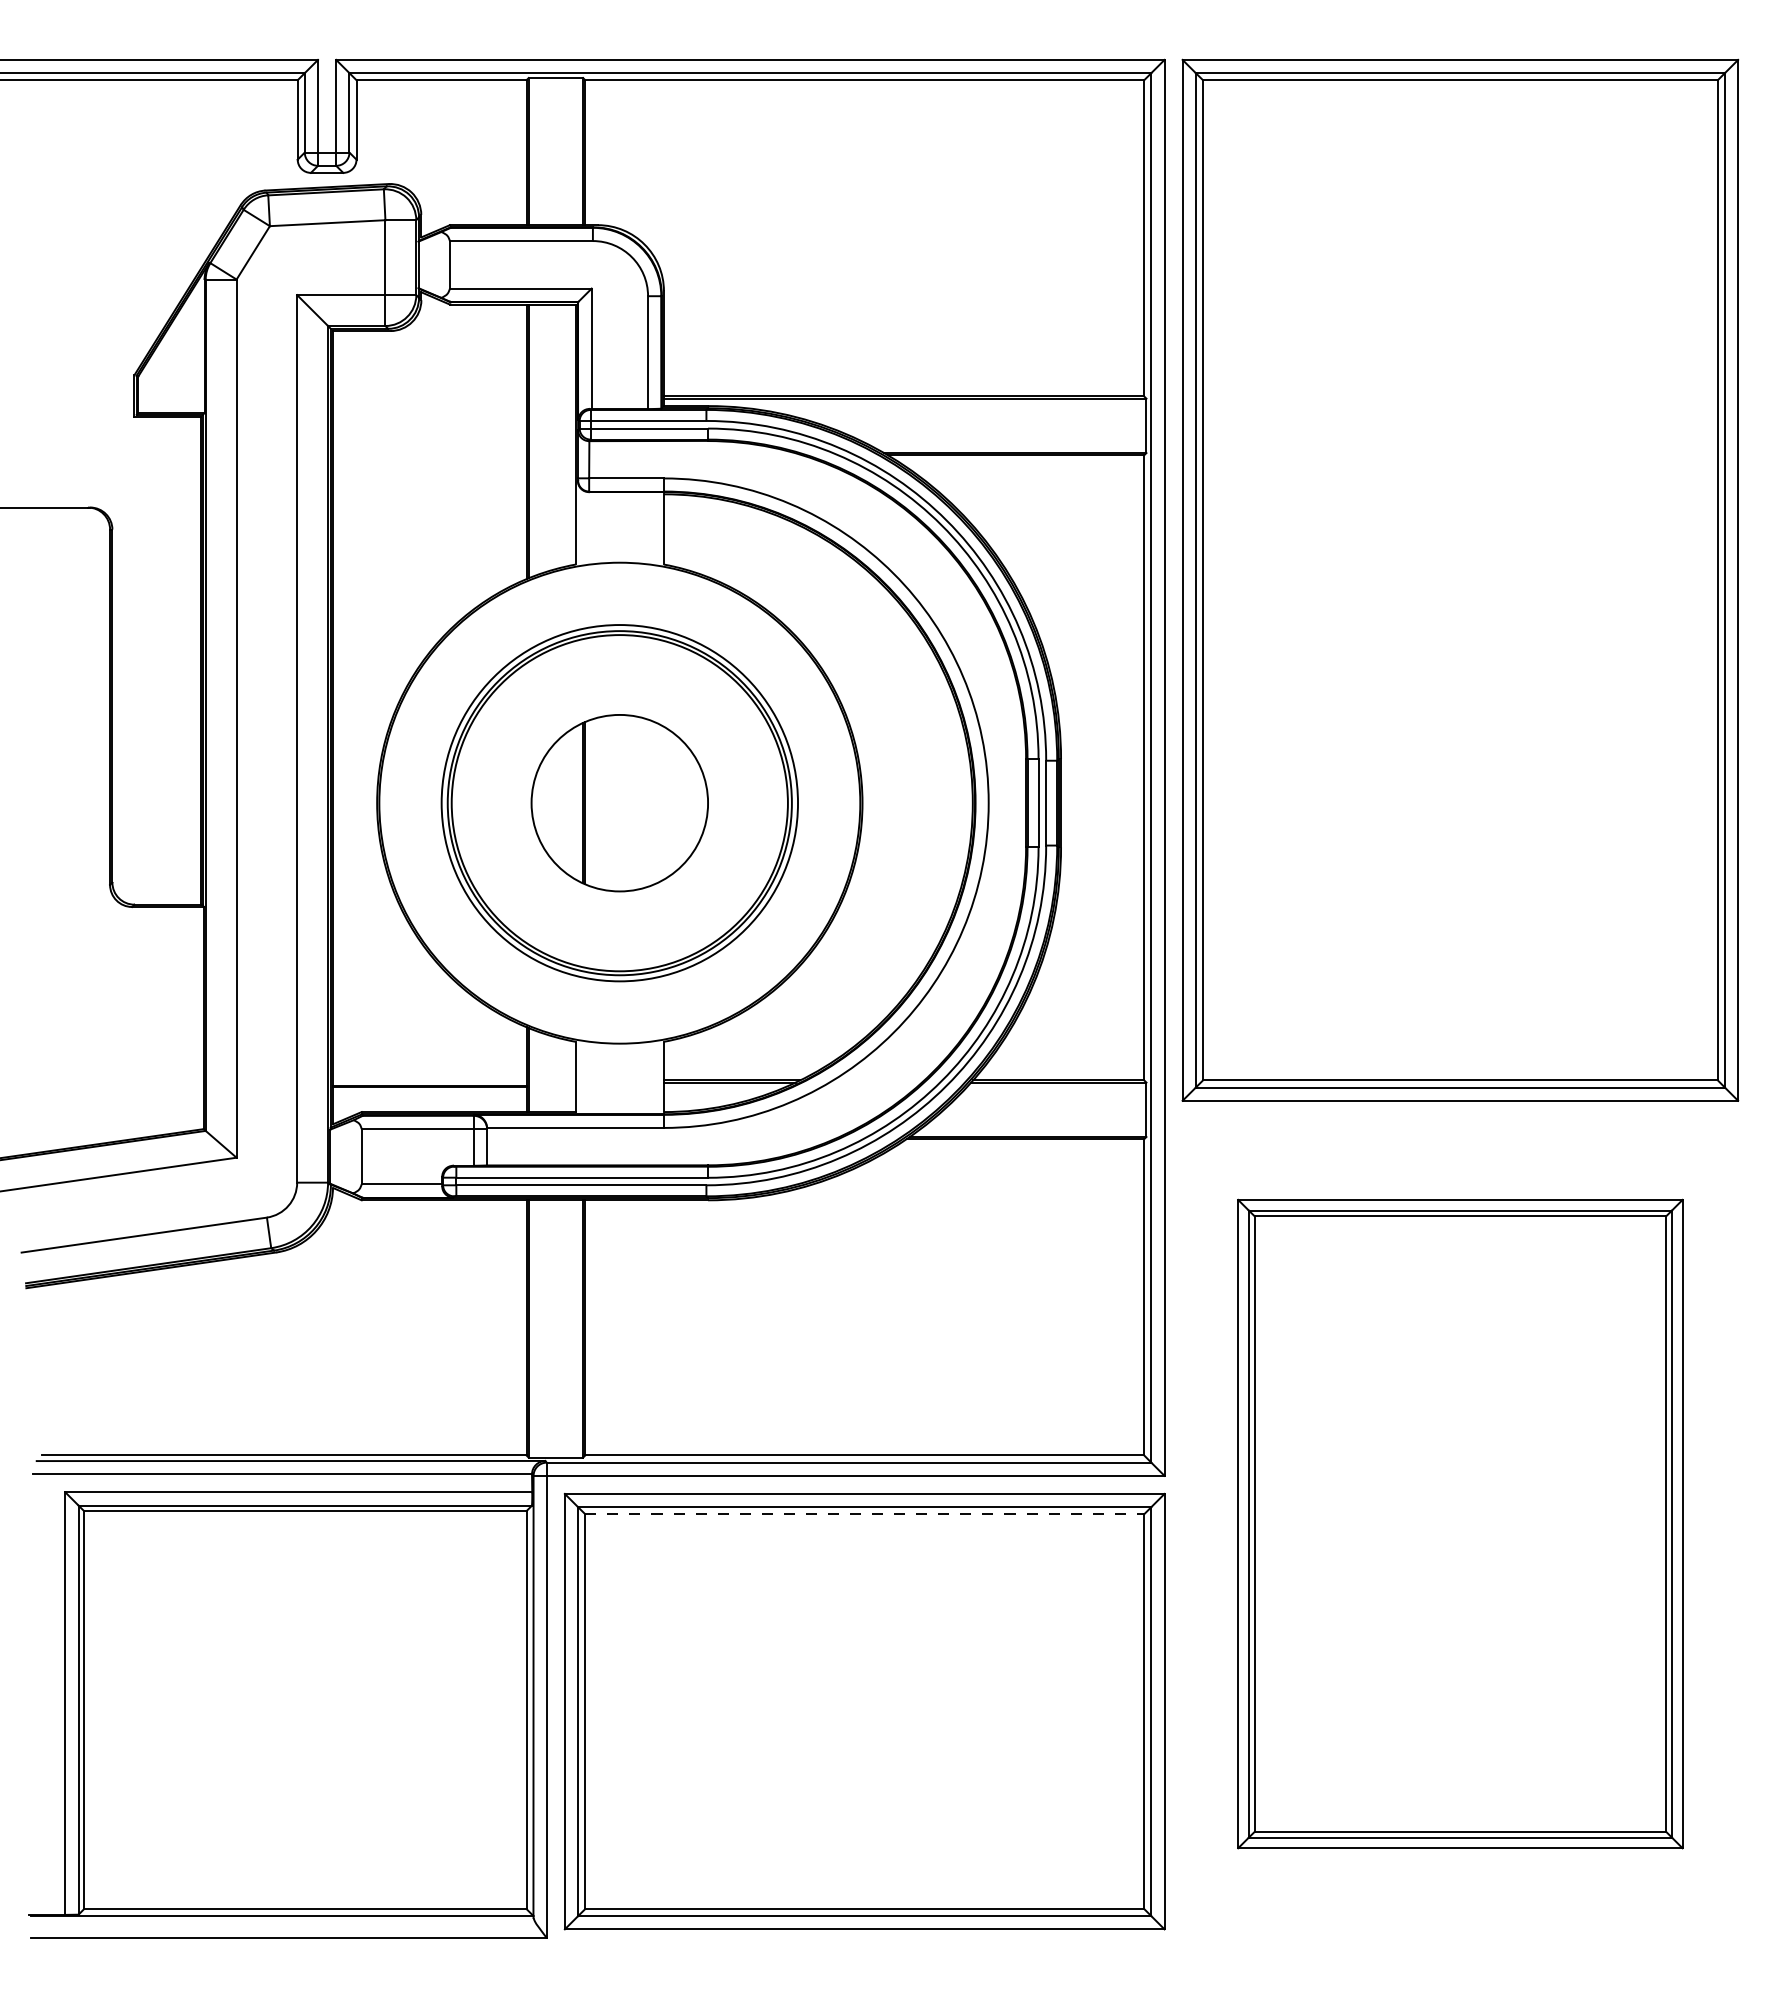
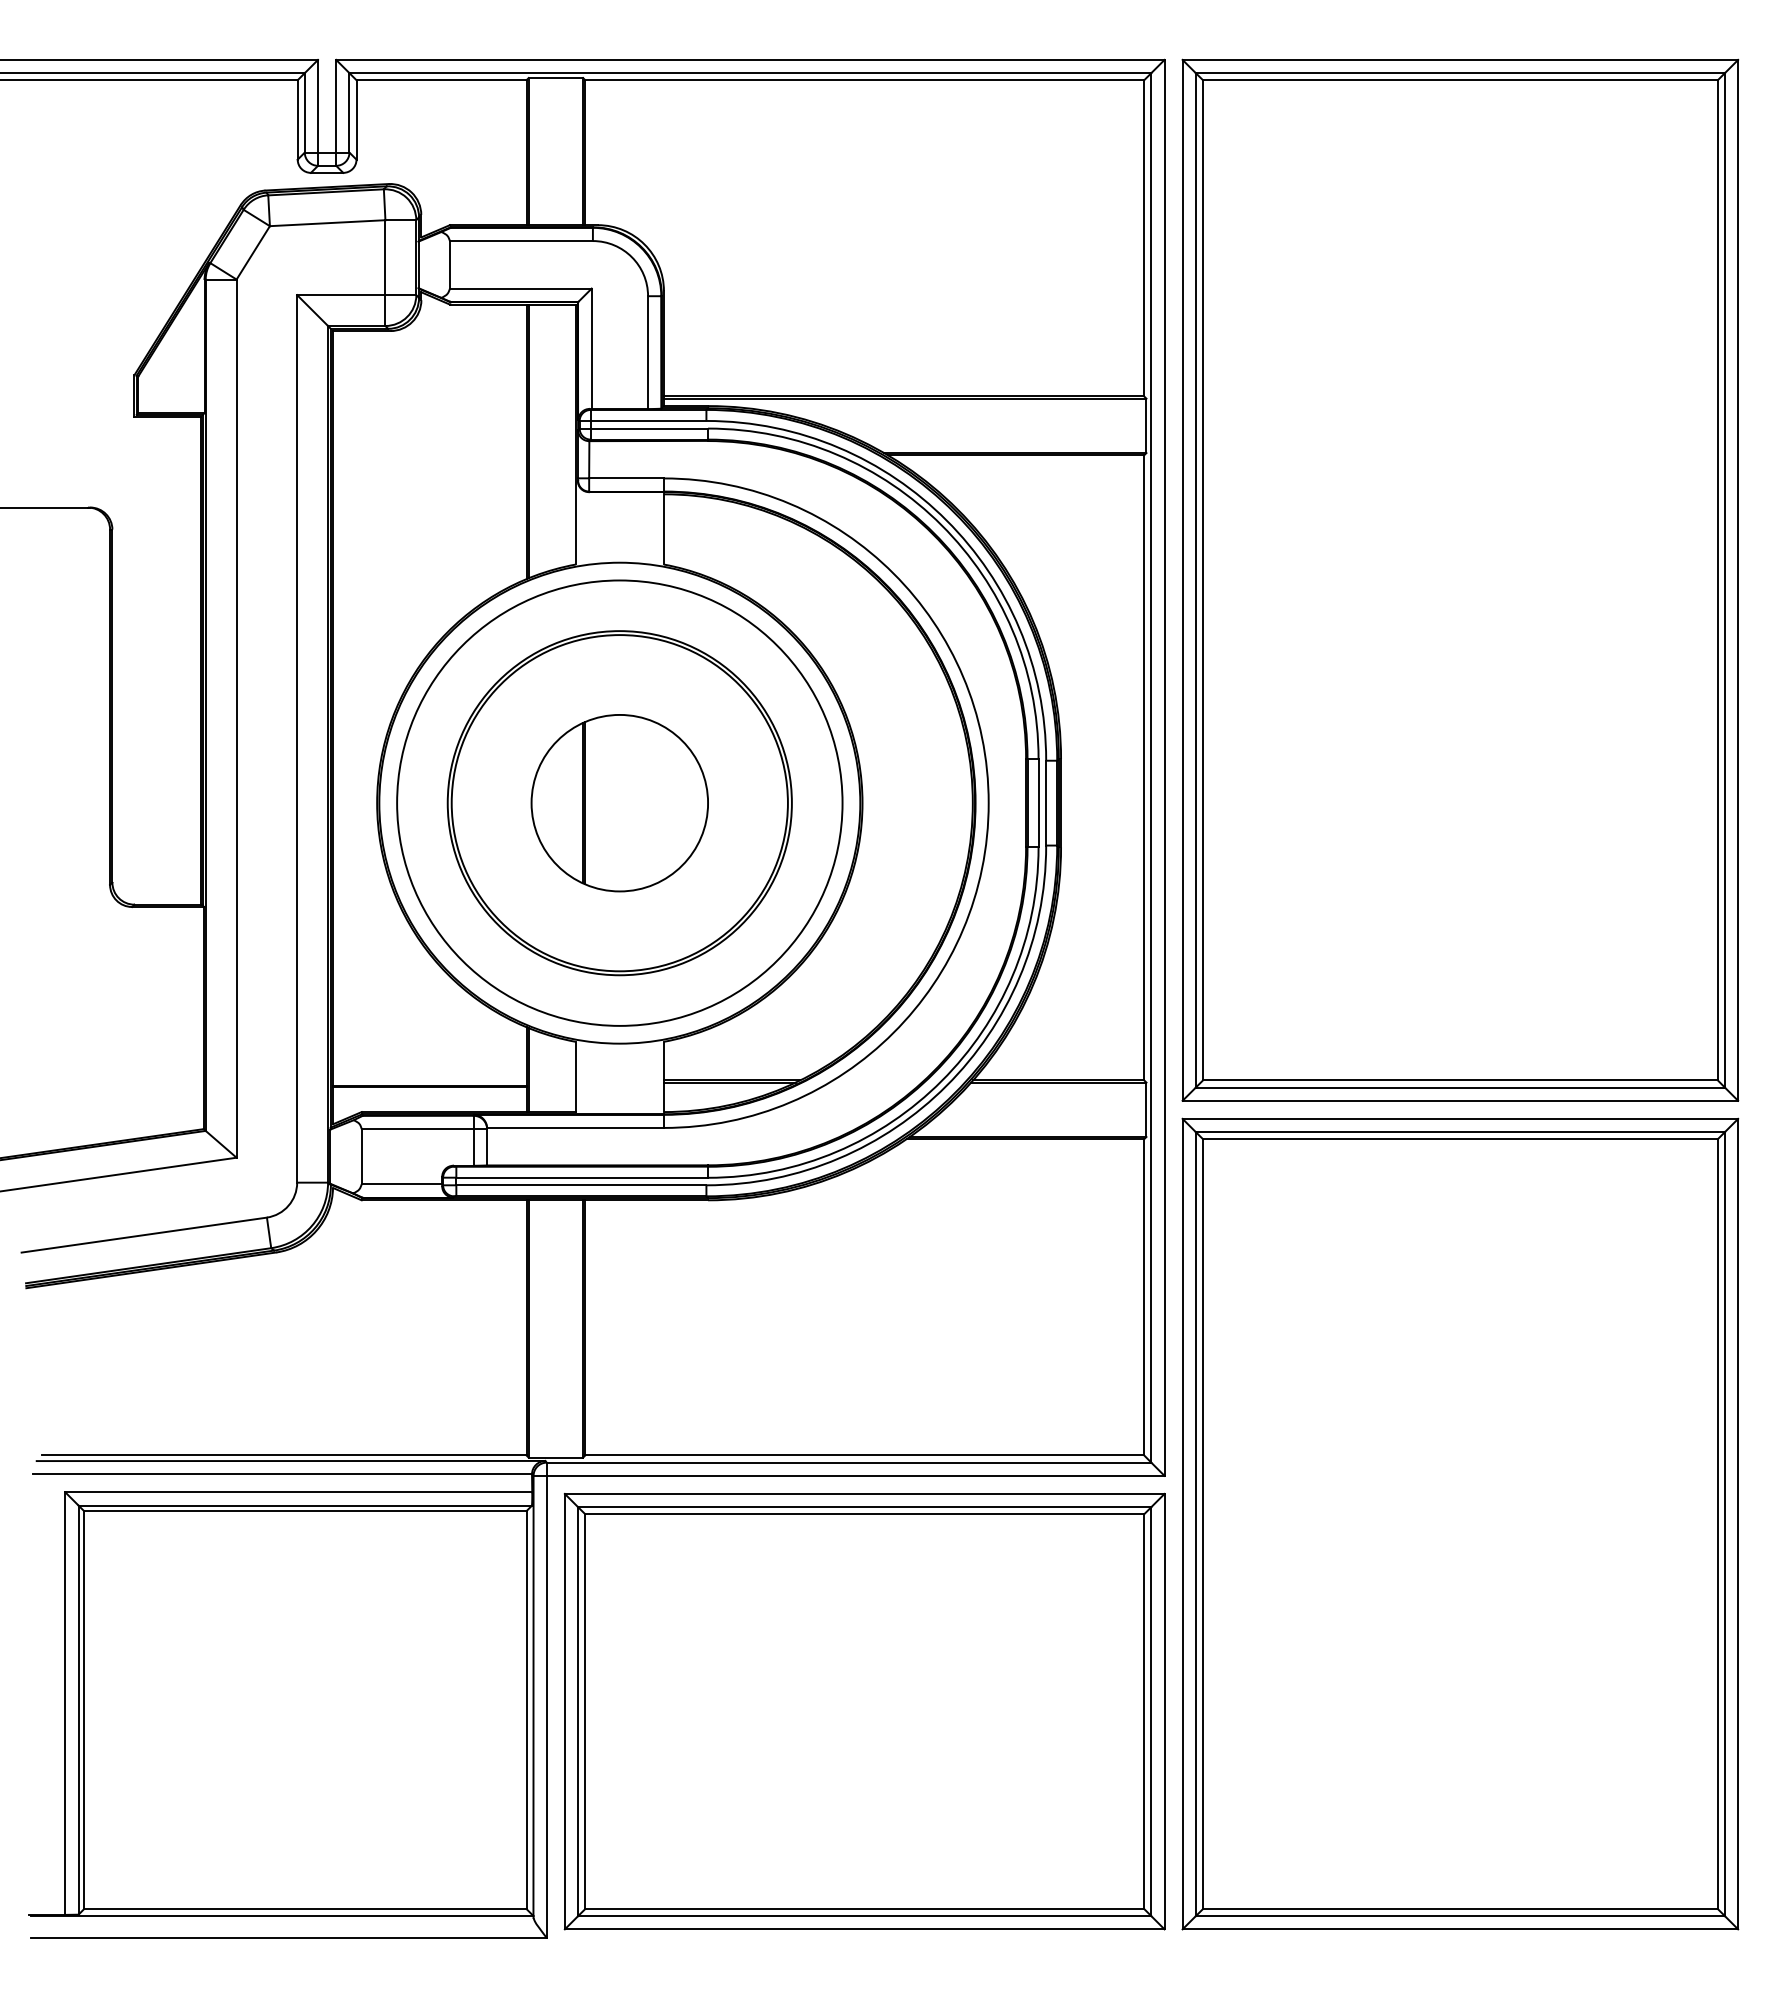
circle at (619, 803) diameter: 356 px -> 445 px
line at (865, 1514): dashed -> solid
part at (1460, 1523) size: 447x652 px -> 559x814 px
